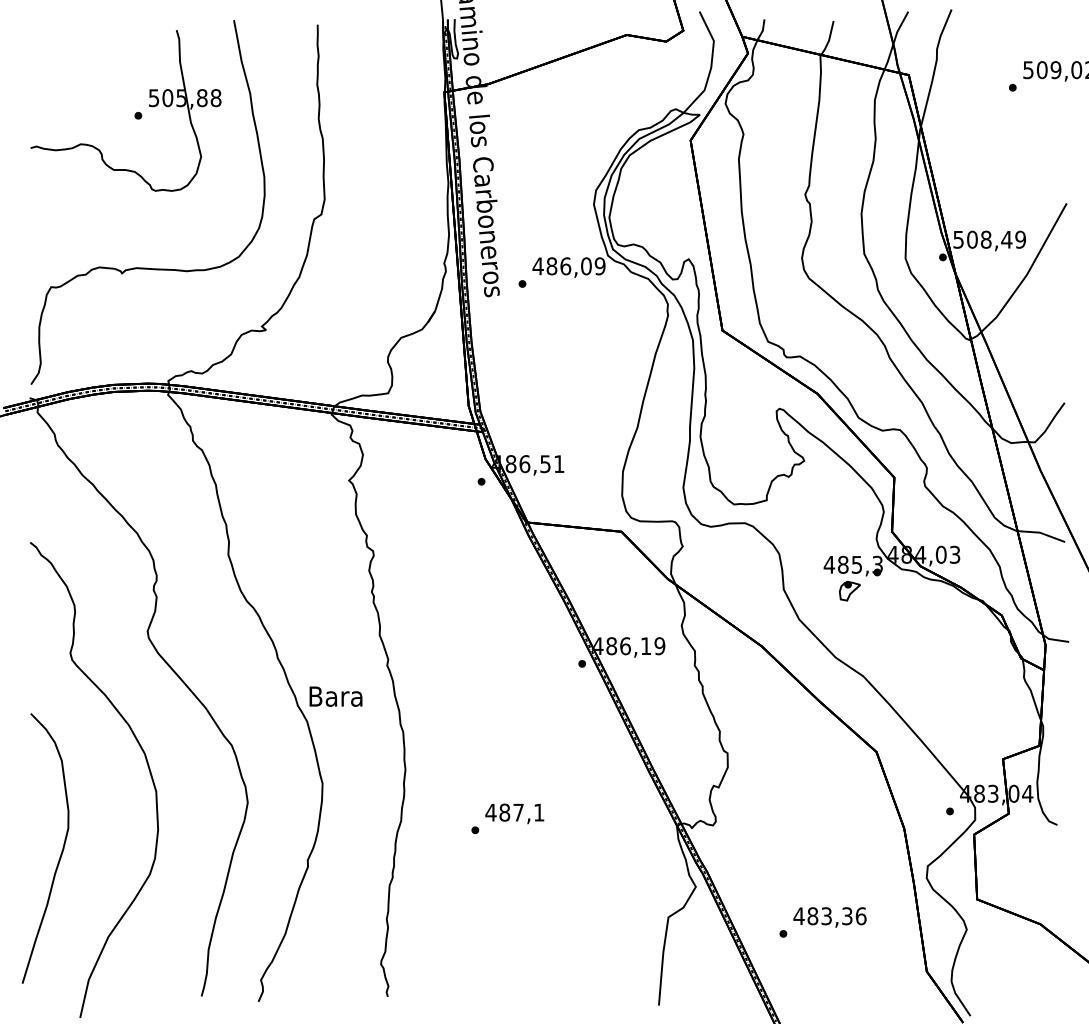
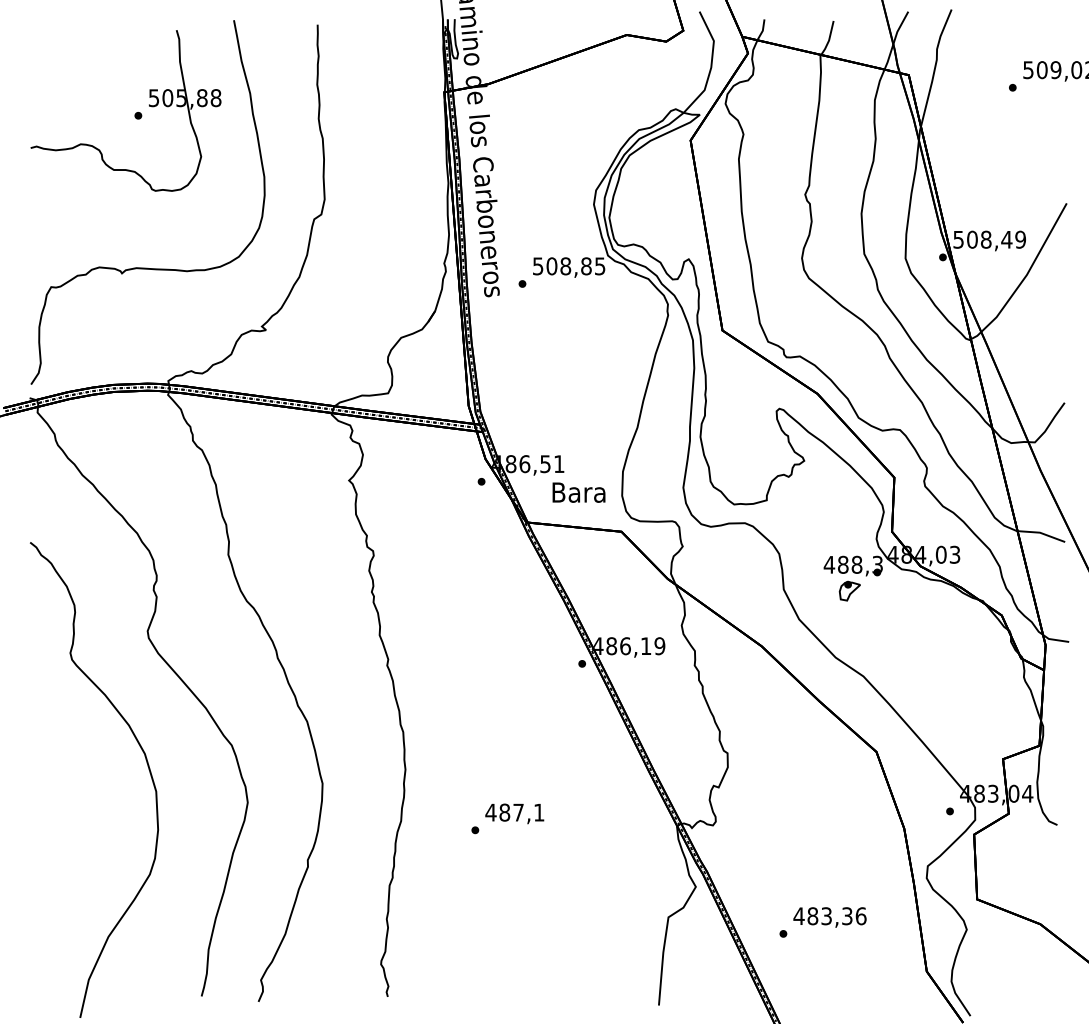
text at (568, 266): 486,09 -> 508,85
text at (856, 564): 485,3 -> 488,3
text at (335, 696) position: (335, 696) -> (578, 492)
curve at (60, 853): present -> none
